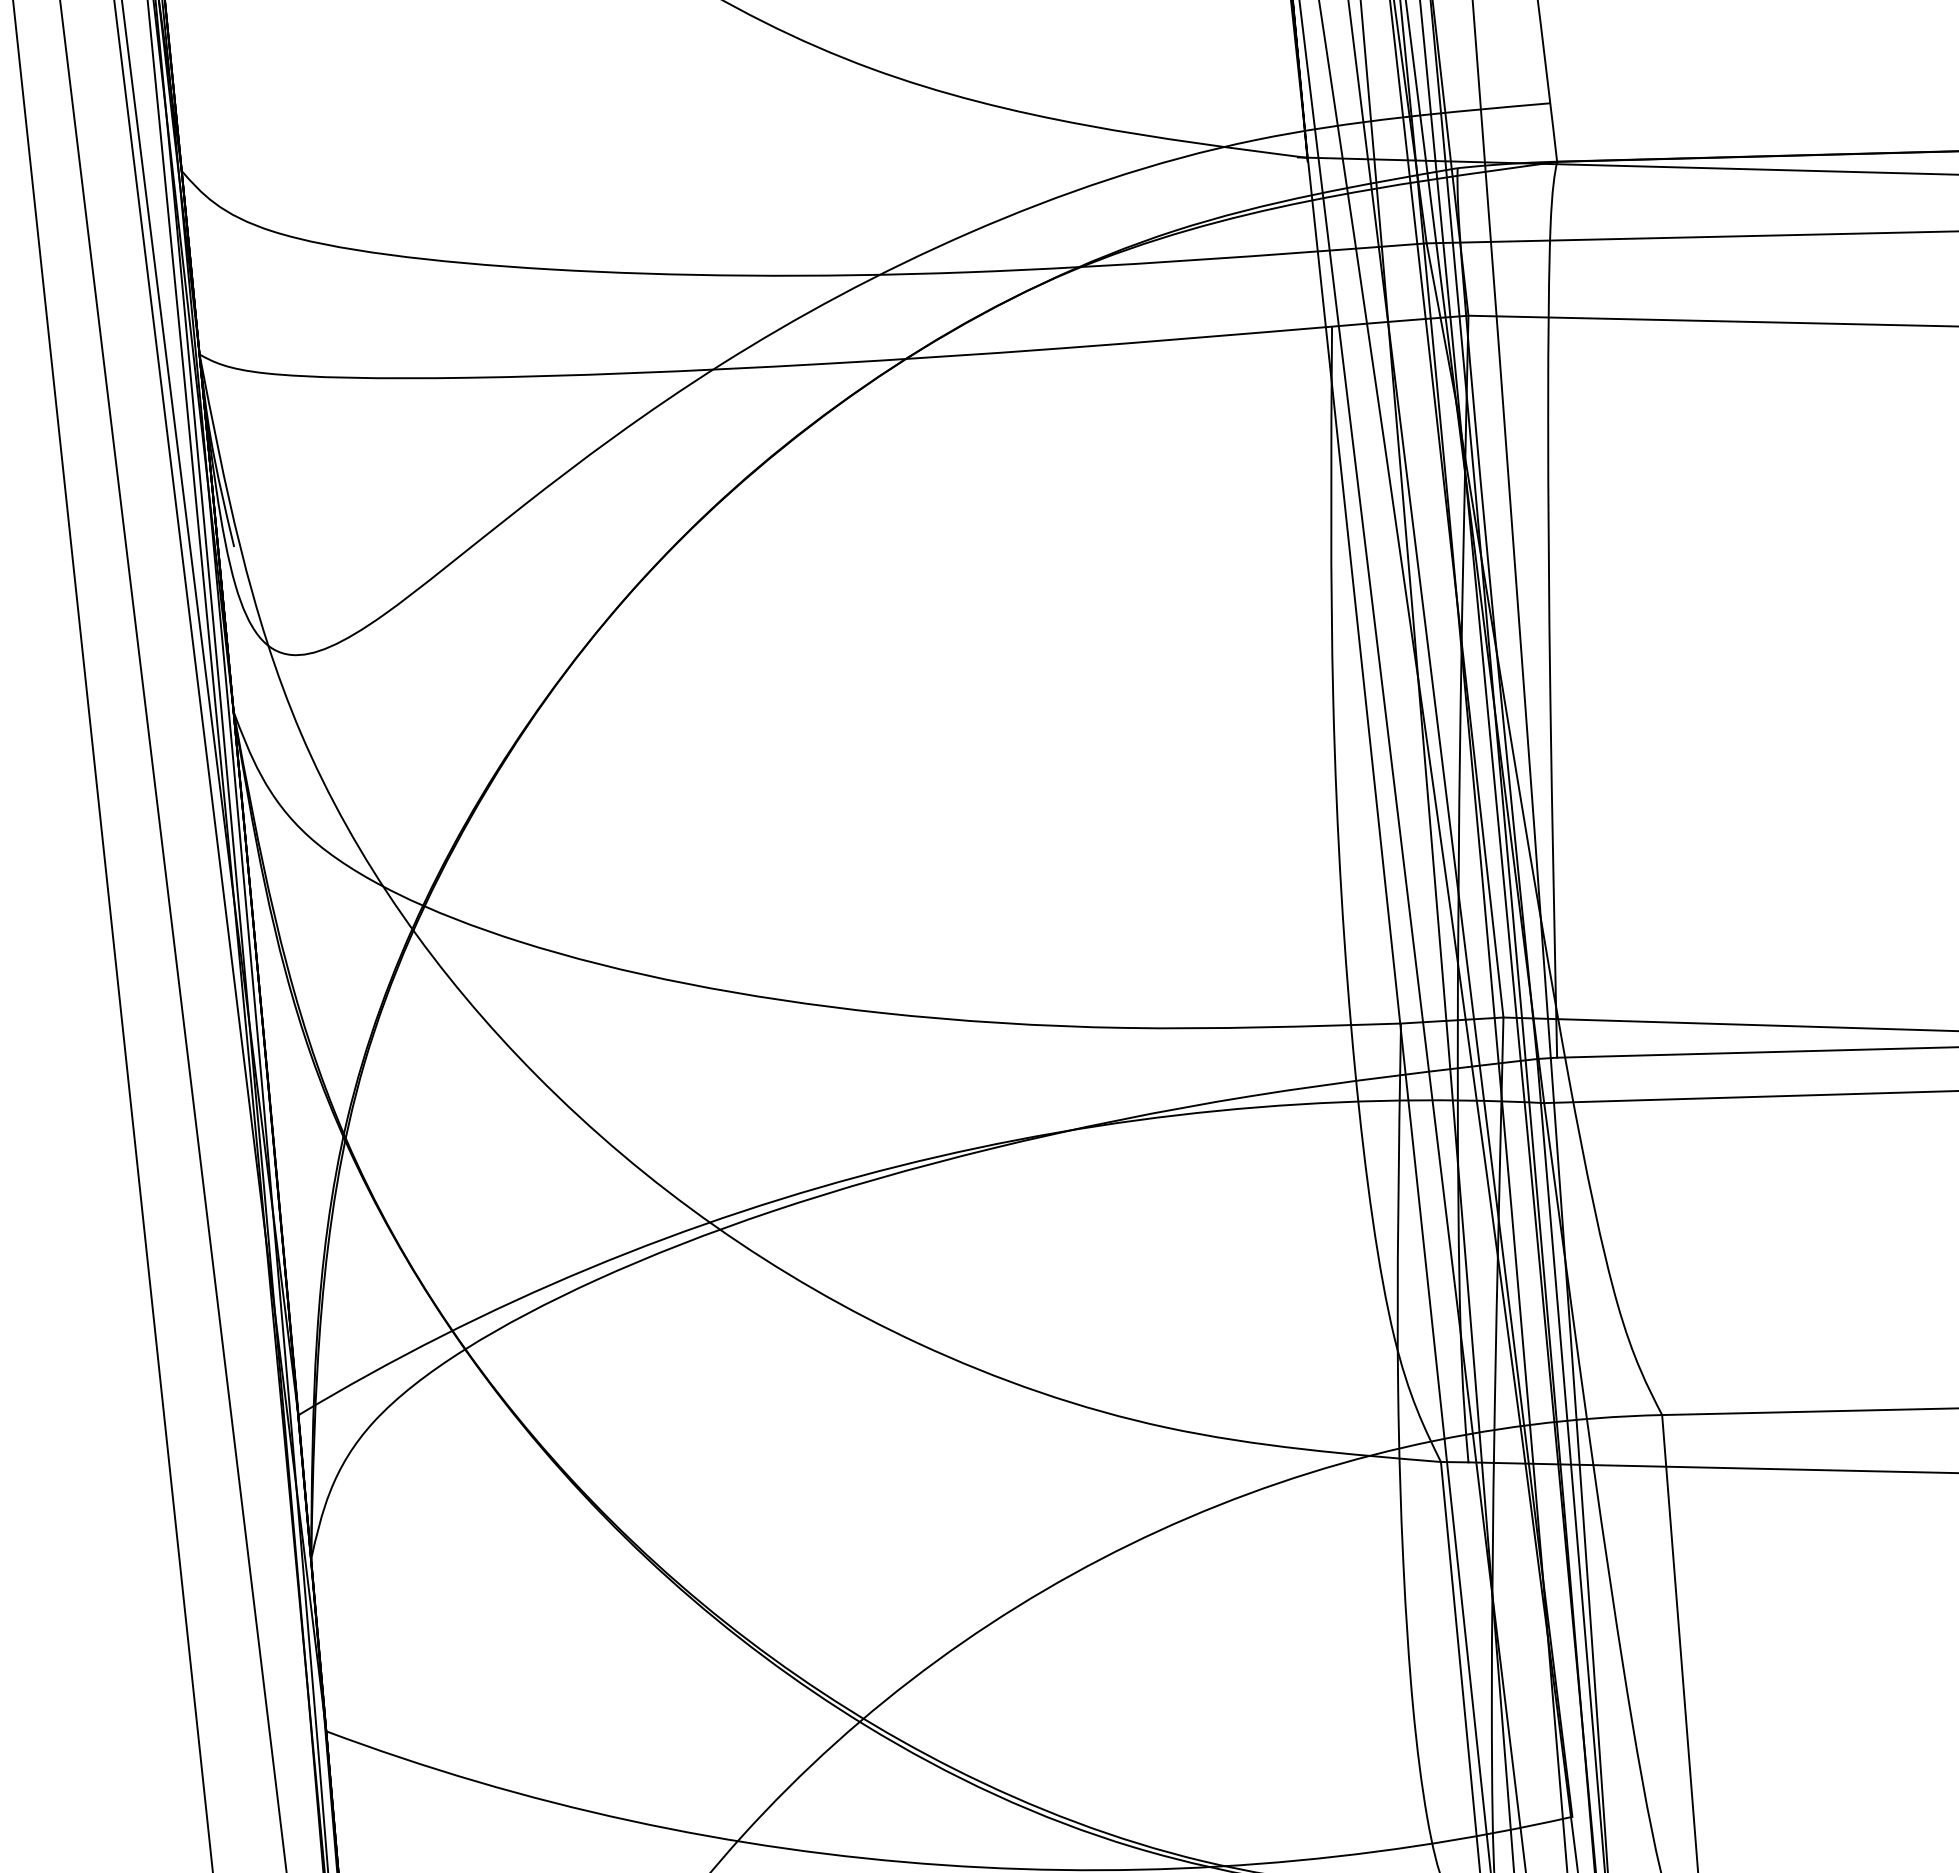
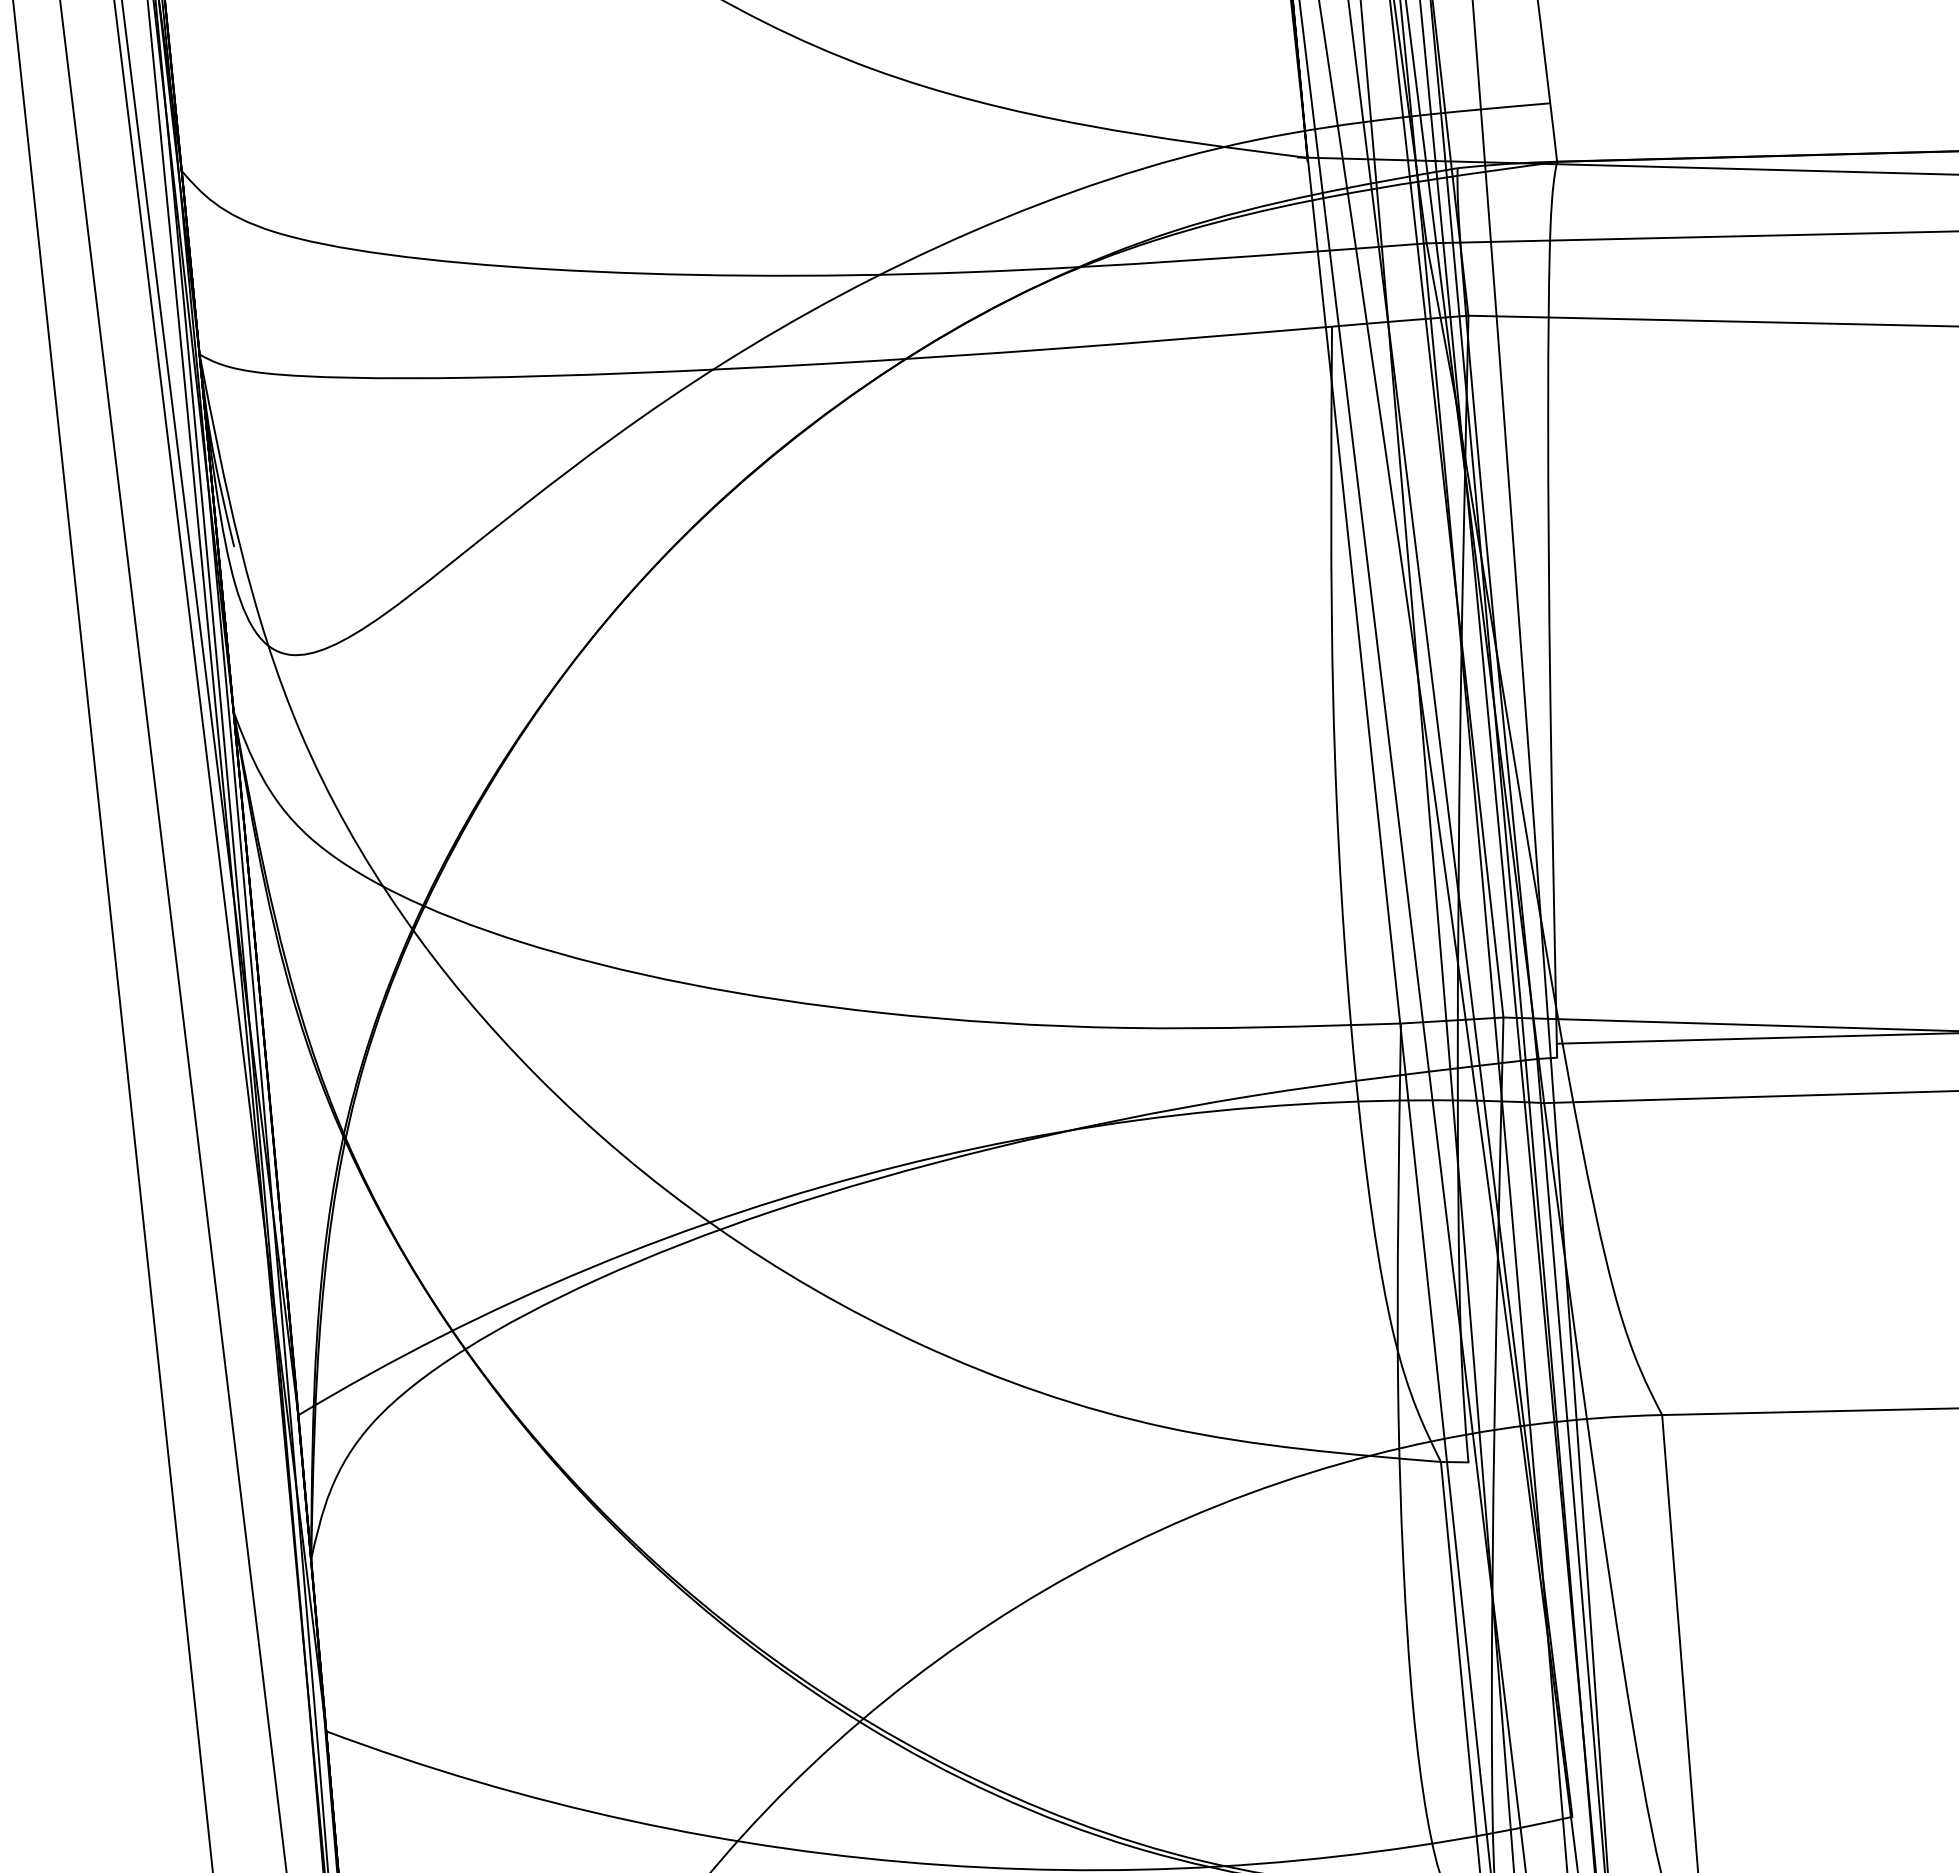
line at (1756, 1052) position: (1756, 1052) -> (1756, 1038)
line at (1711, 1467): present -> none
